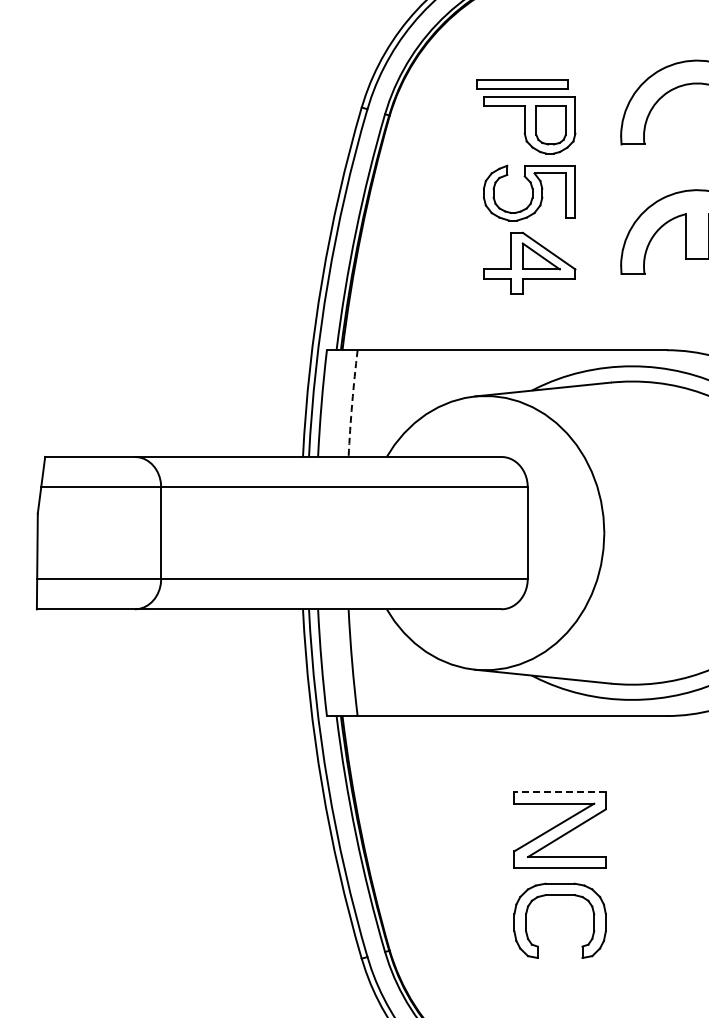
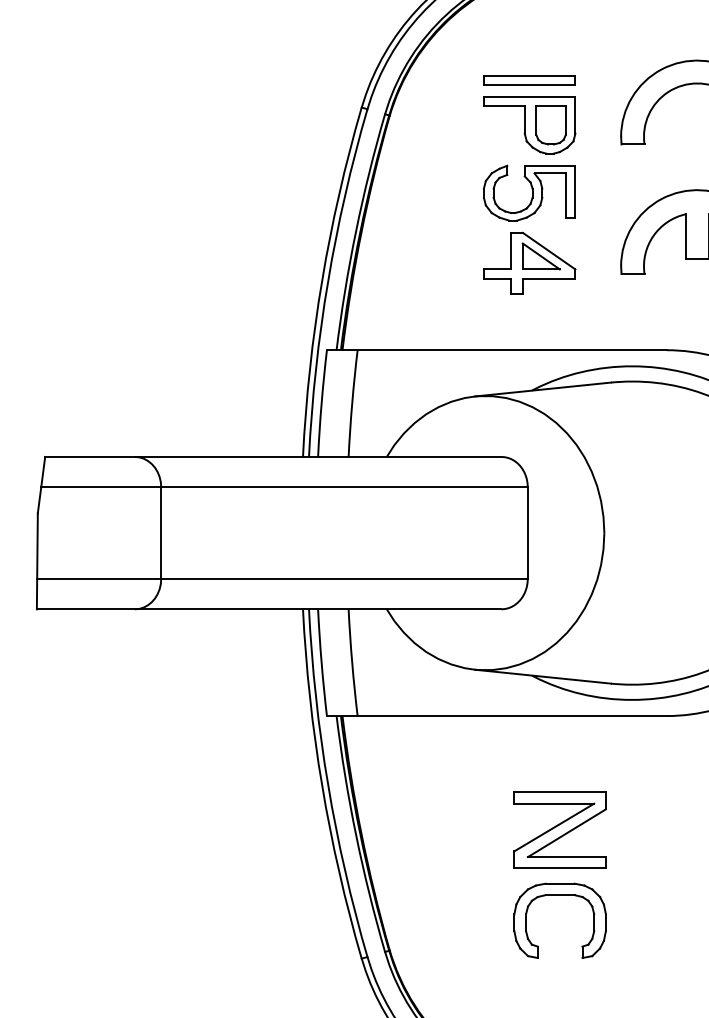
part at (522, 84) position: (522, 84) -> (529, 80)
arc at (352, 403): dashed -> solid
line at (560, 792): dashed -> solid
